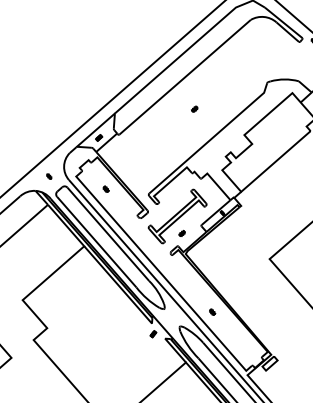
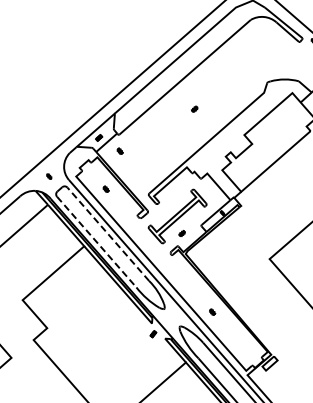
part at (119, 150): none -> present
line at (108, 234): solid -> dashed
line at (97, 242): solid -> dashed
